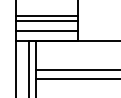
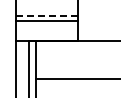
line at (47, 16): solid -> dashed
line at (47, 30): present -> none
line at (76, 69): present -> none
